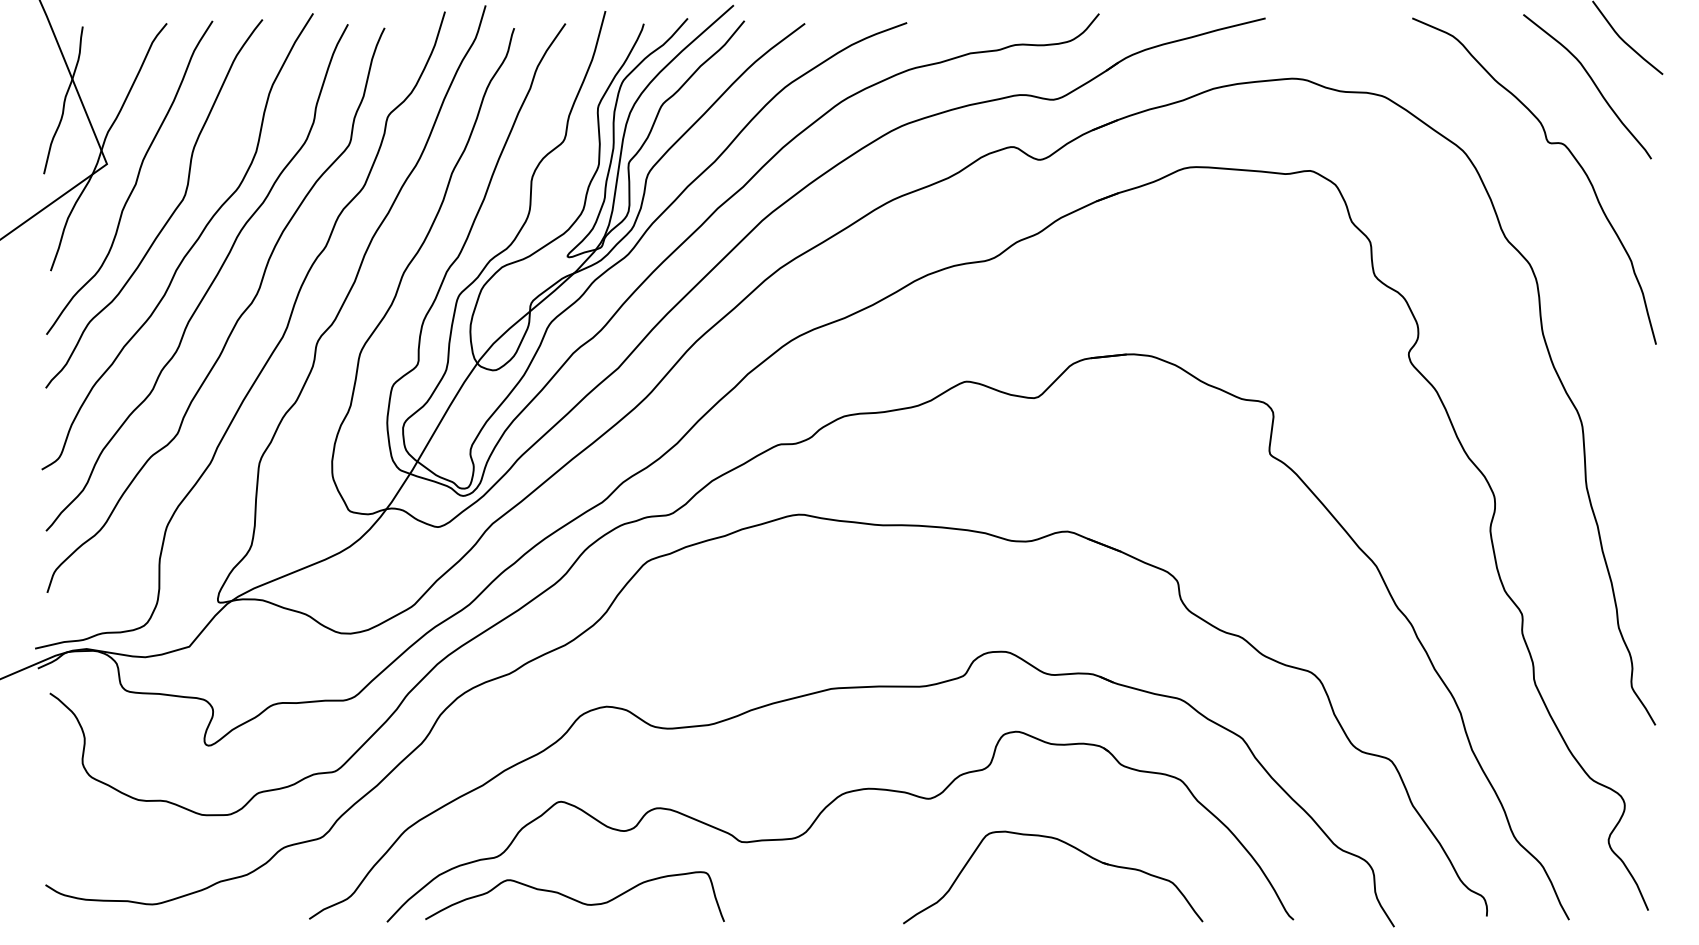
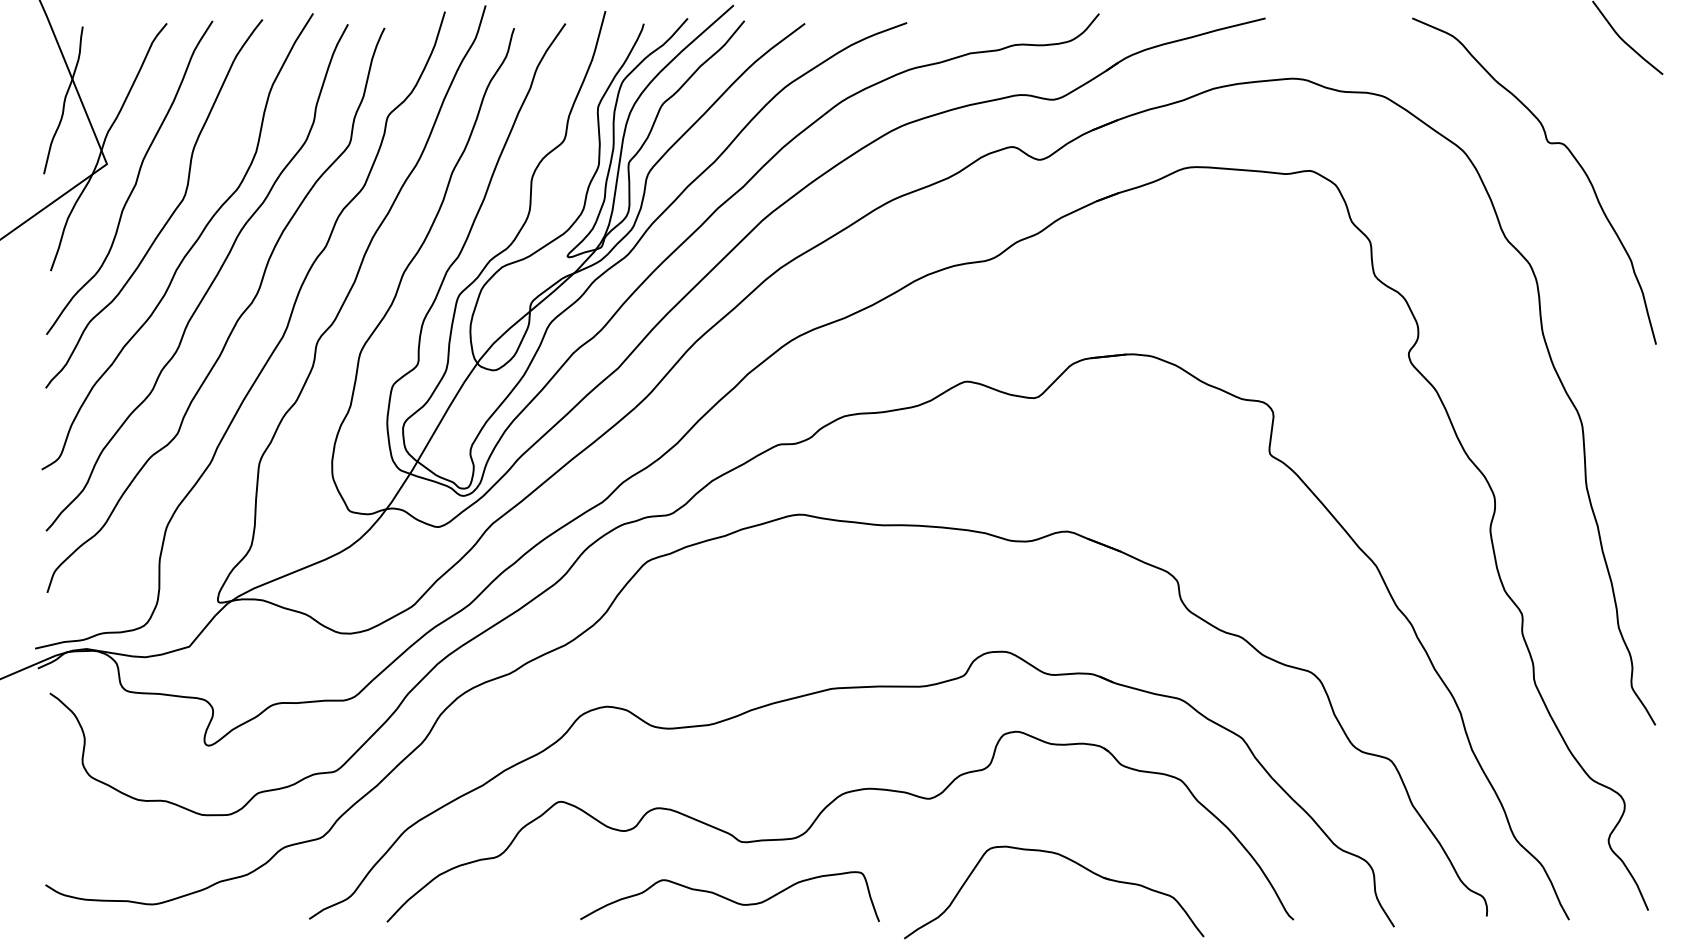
curve at (1592, 82): present -> none
part at (1068, 845) position: (1068, 845) -> (1069, 860)
curve at (574, 898) position: (574, 898) -> (729, 898)
